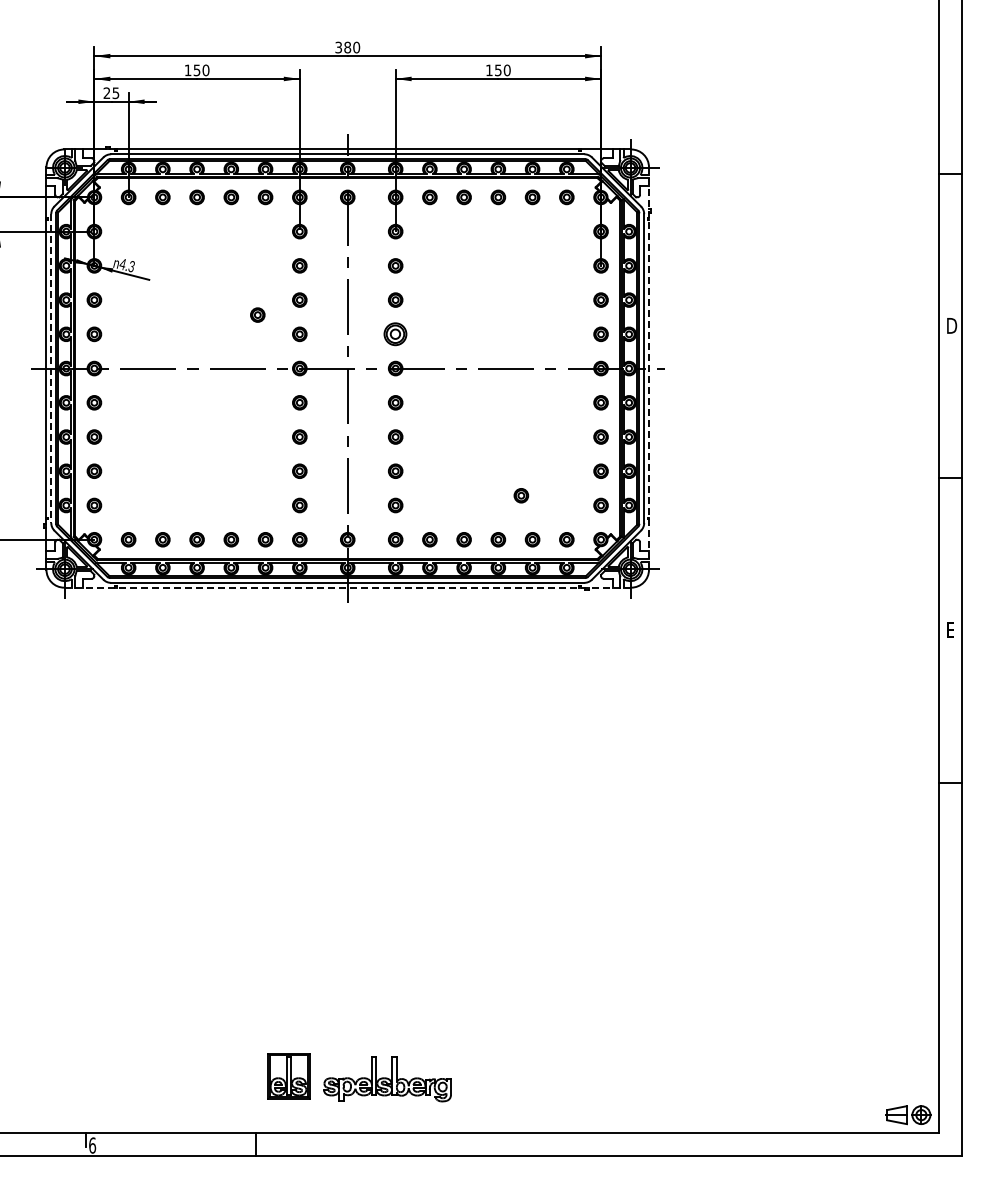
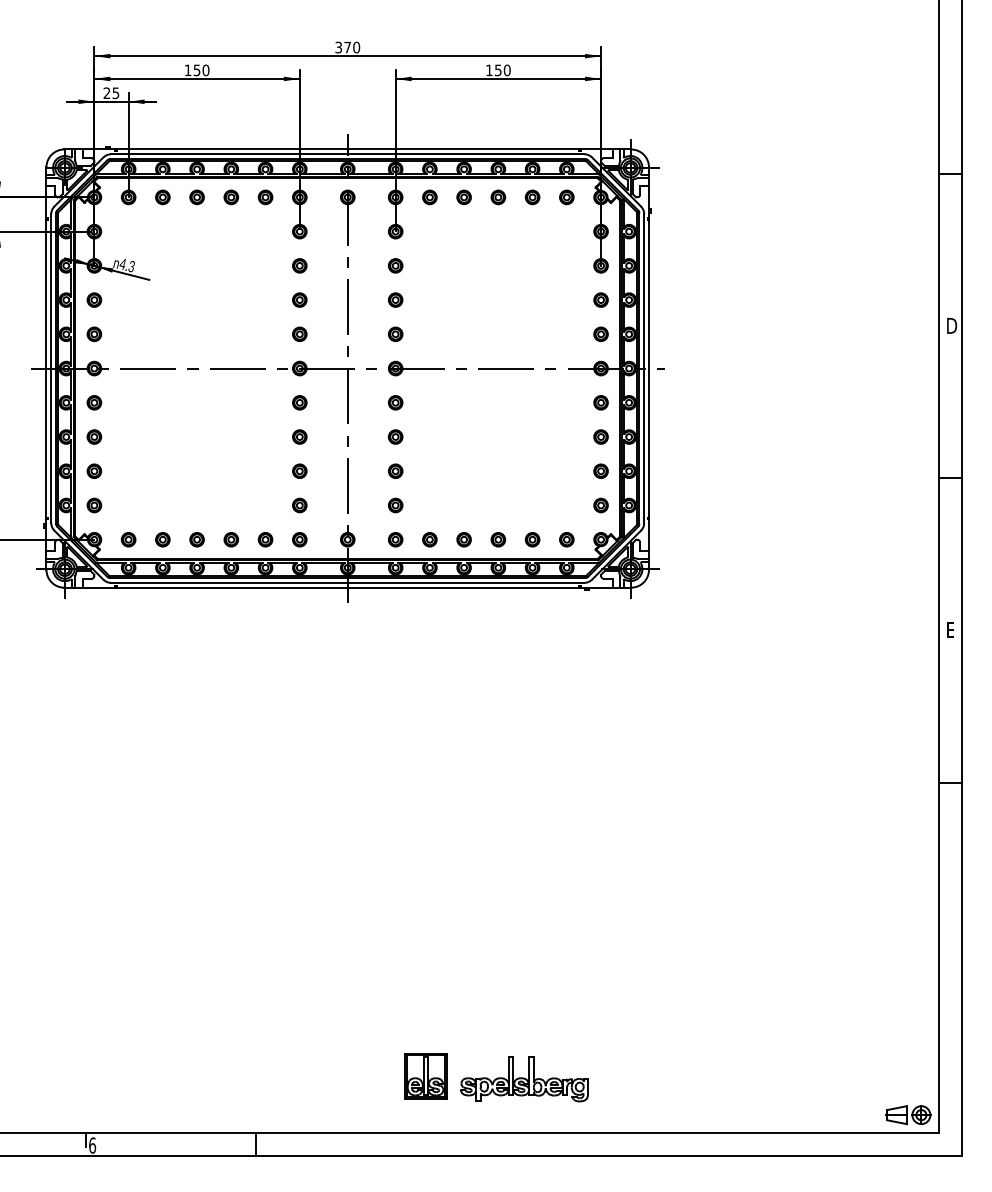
text at (347, 47): 380 -> 370
part at (257, 314): present -> none
part at (395, 334) size: 25x25 px -> 16x17 px
line at (649, 368): dashed -> solid
line at (51, 369): dashed -> solid
part at (521, 495): present -> none
line at (348, 587): dashed -> solid
part at (359, 1077) position: (359, 1077) -> (496, 1077)
